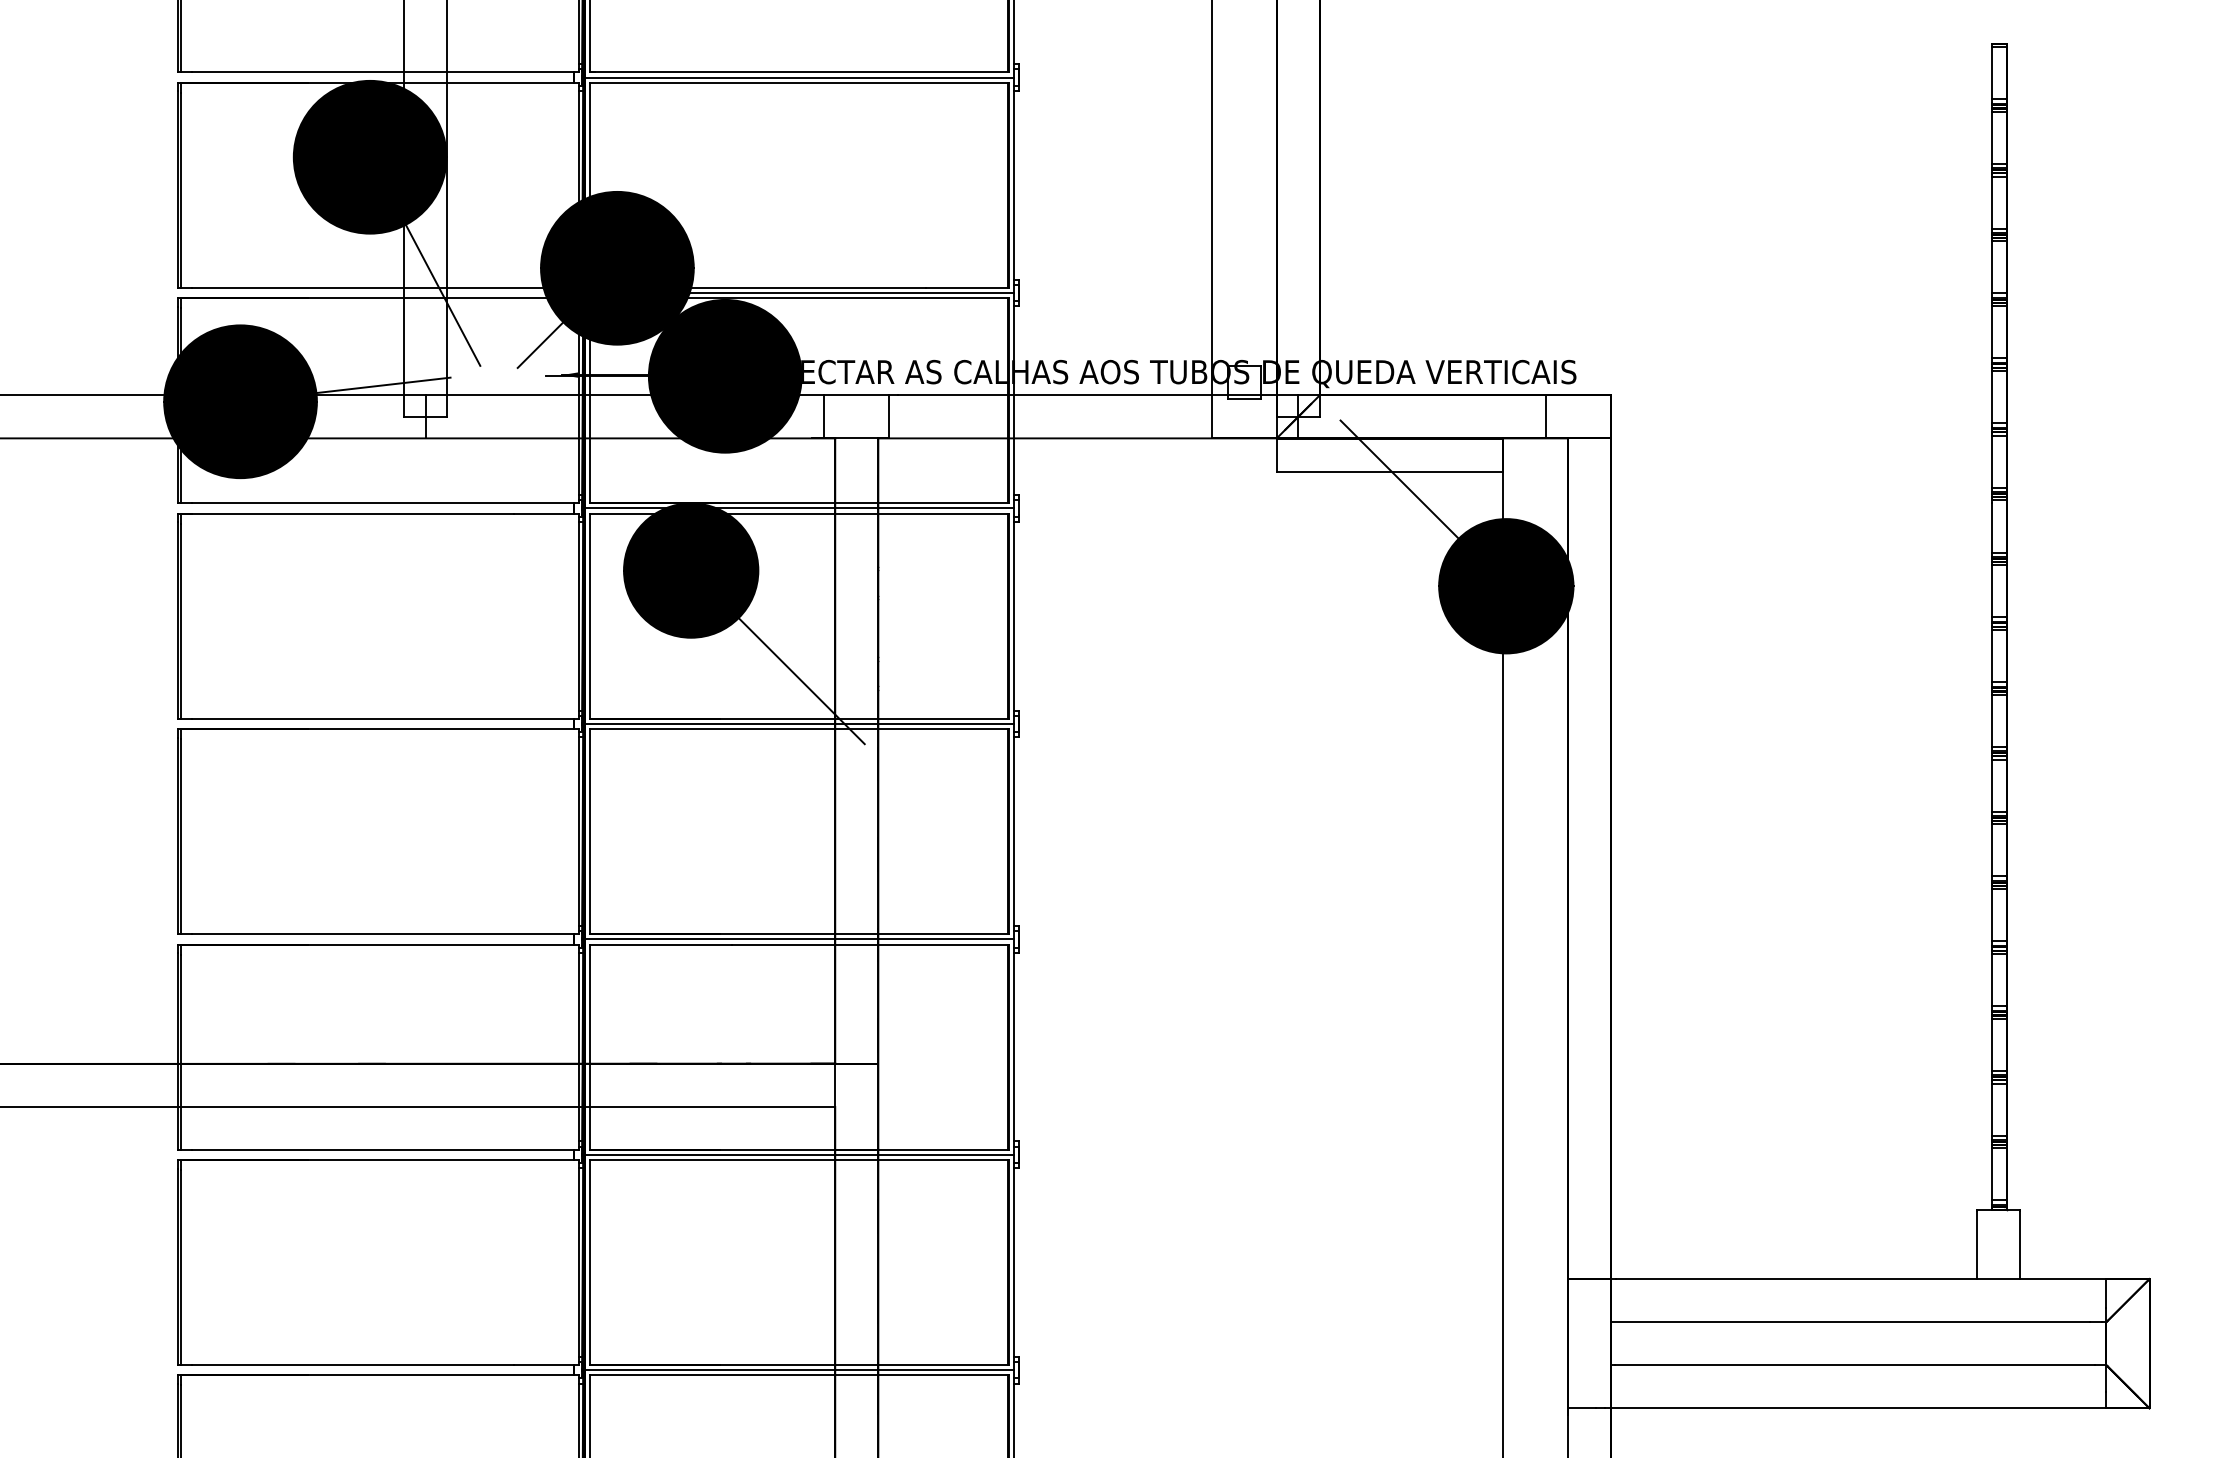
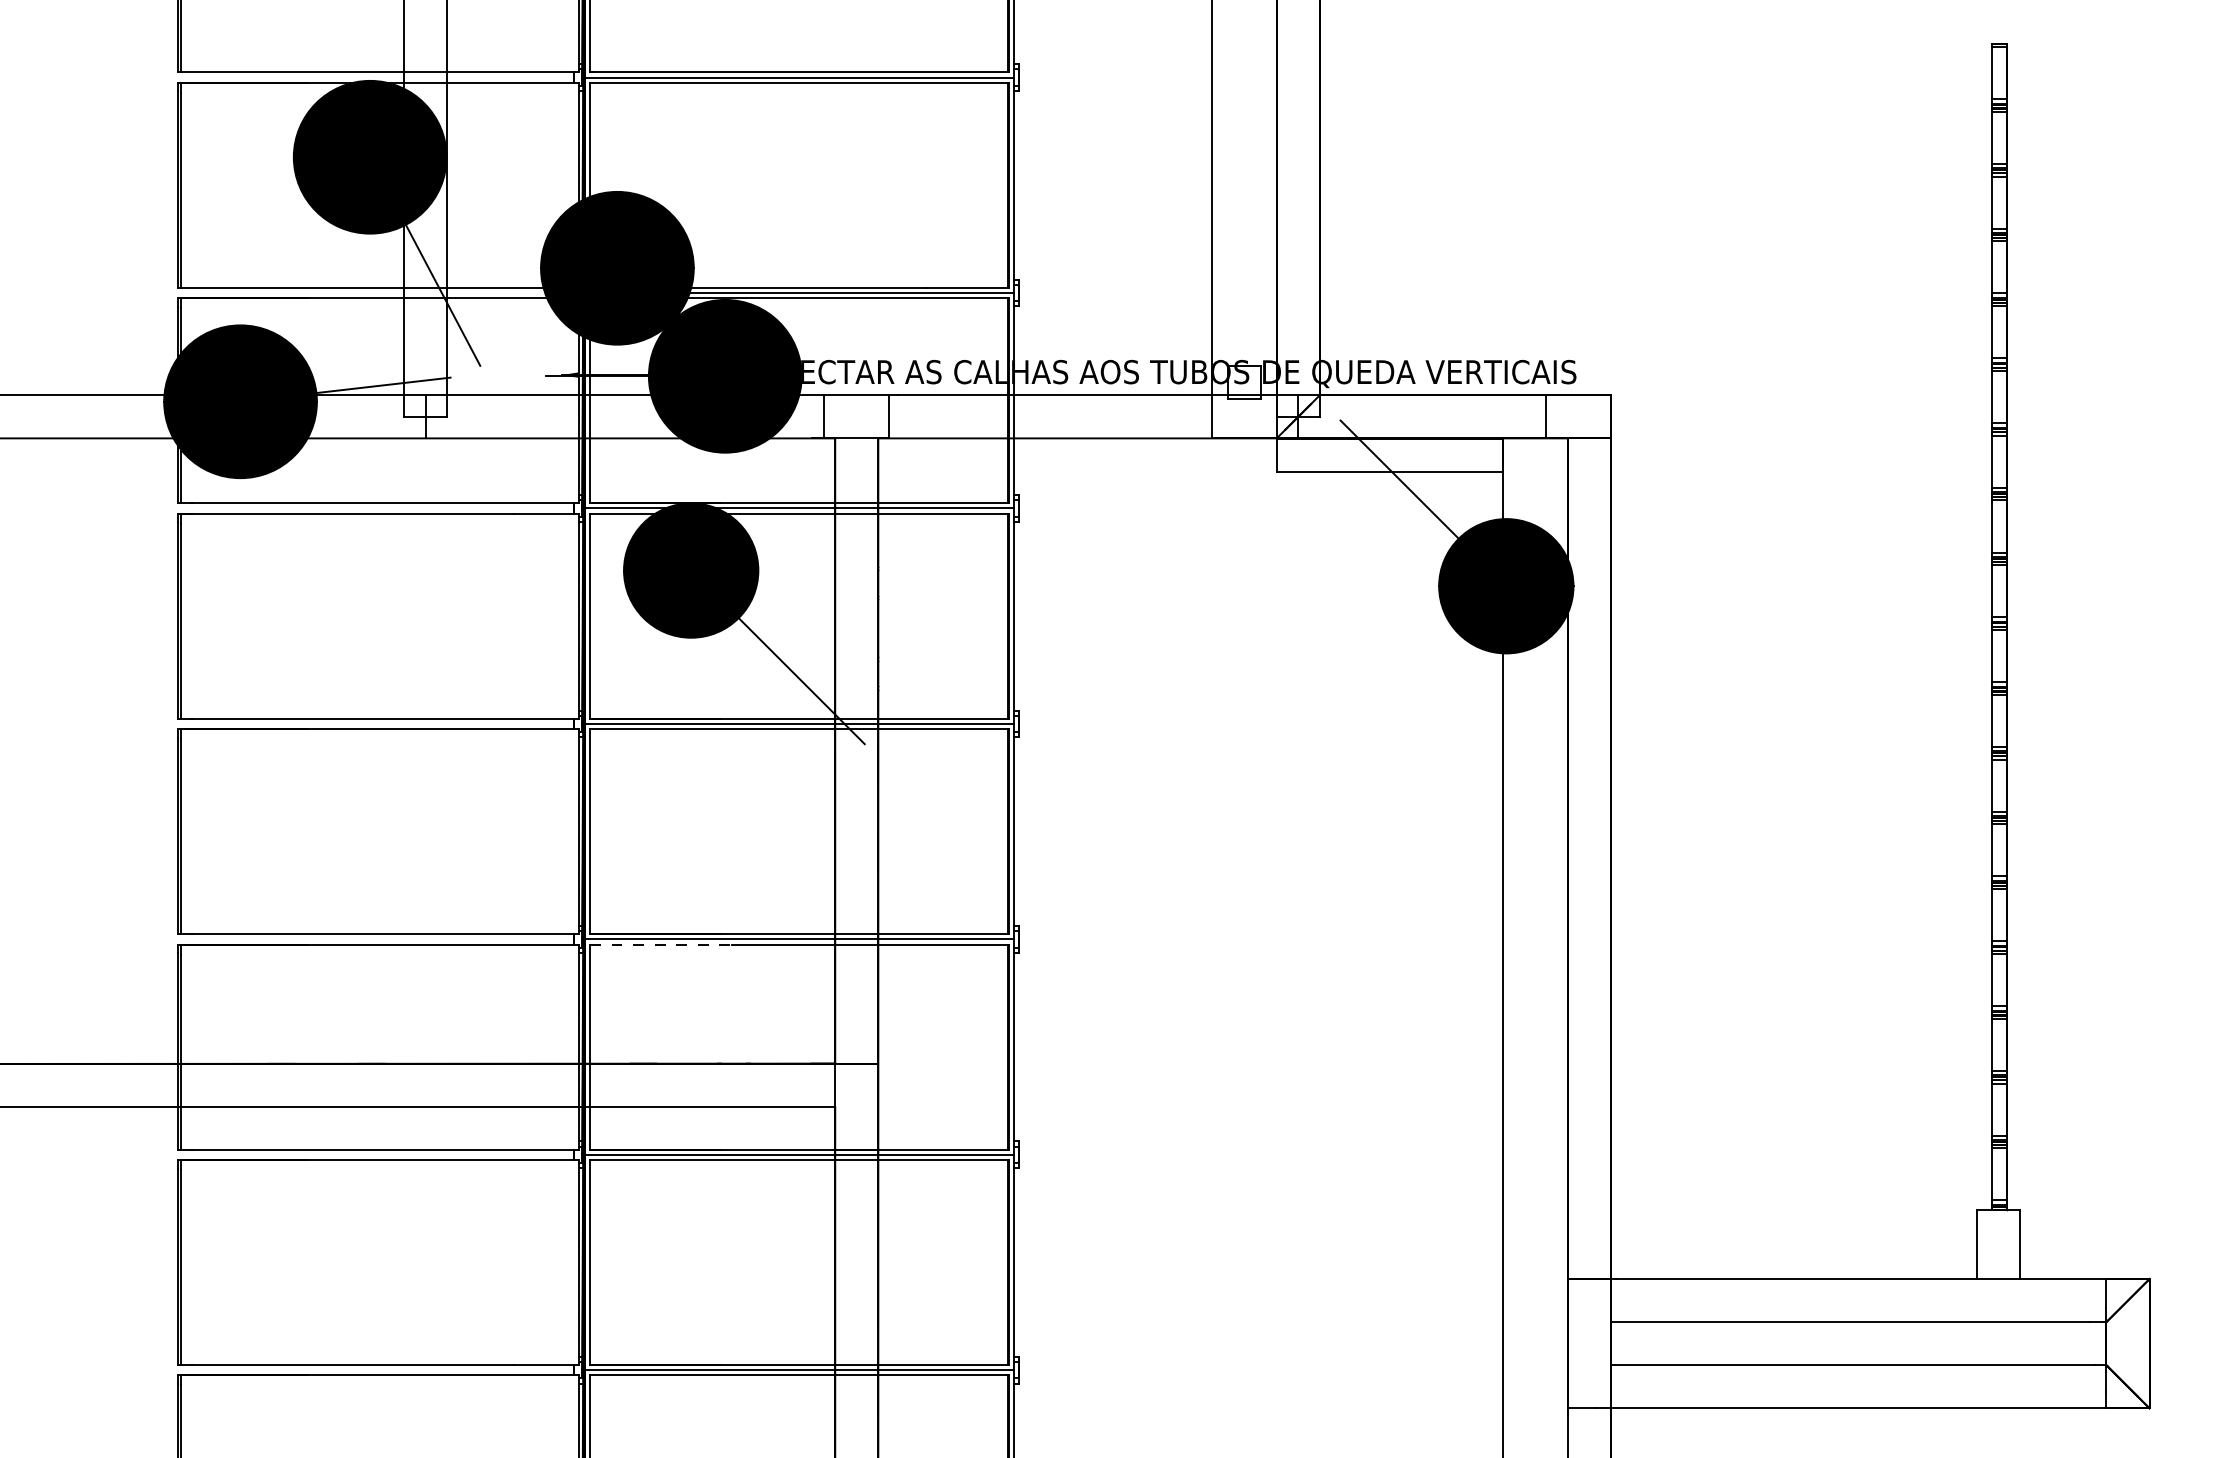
line at (540, 344): present -> none
line at (660, 944): solid -> dashed
